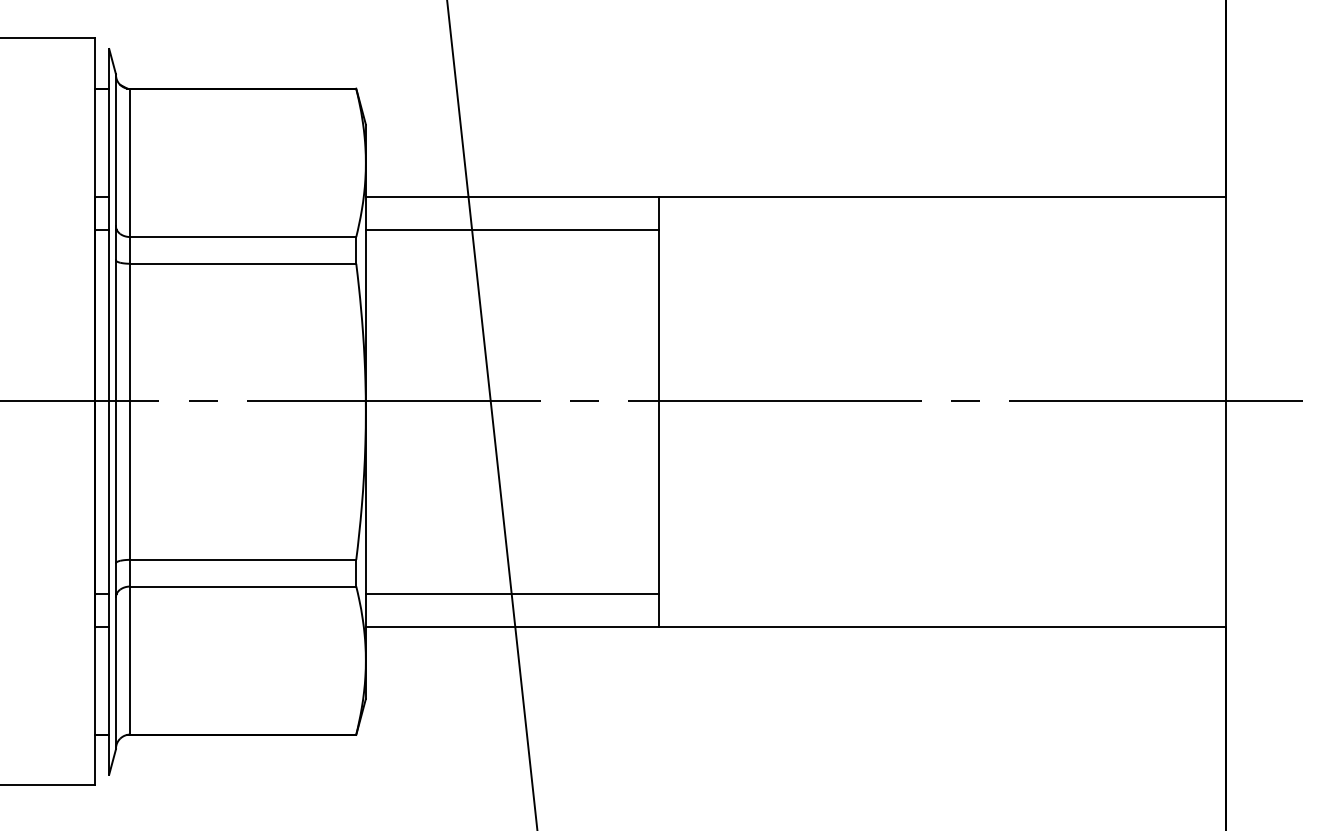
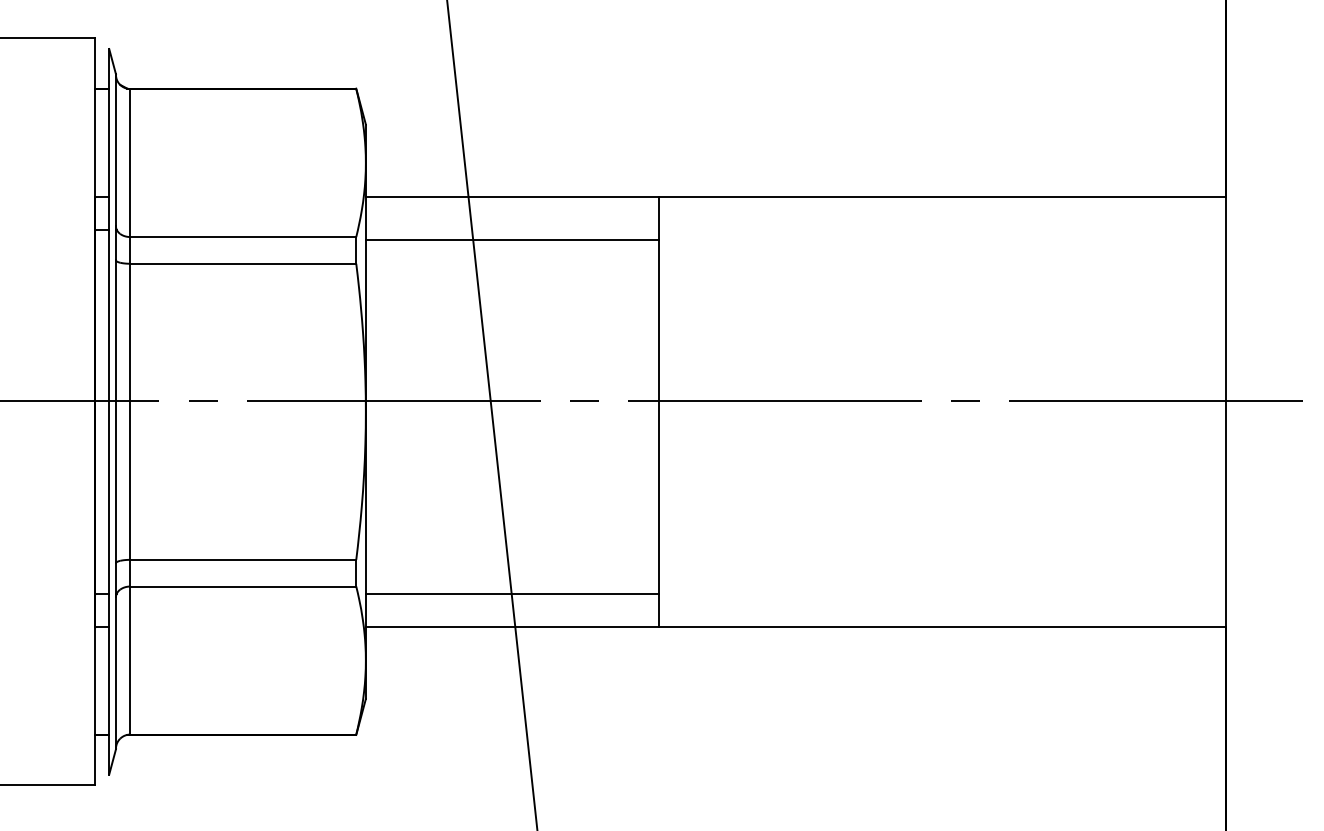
line at (511, 229) position: (511, 229) -> (511, 239)
